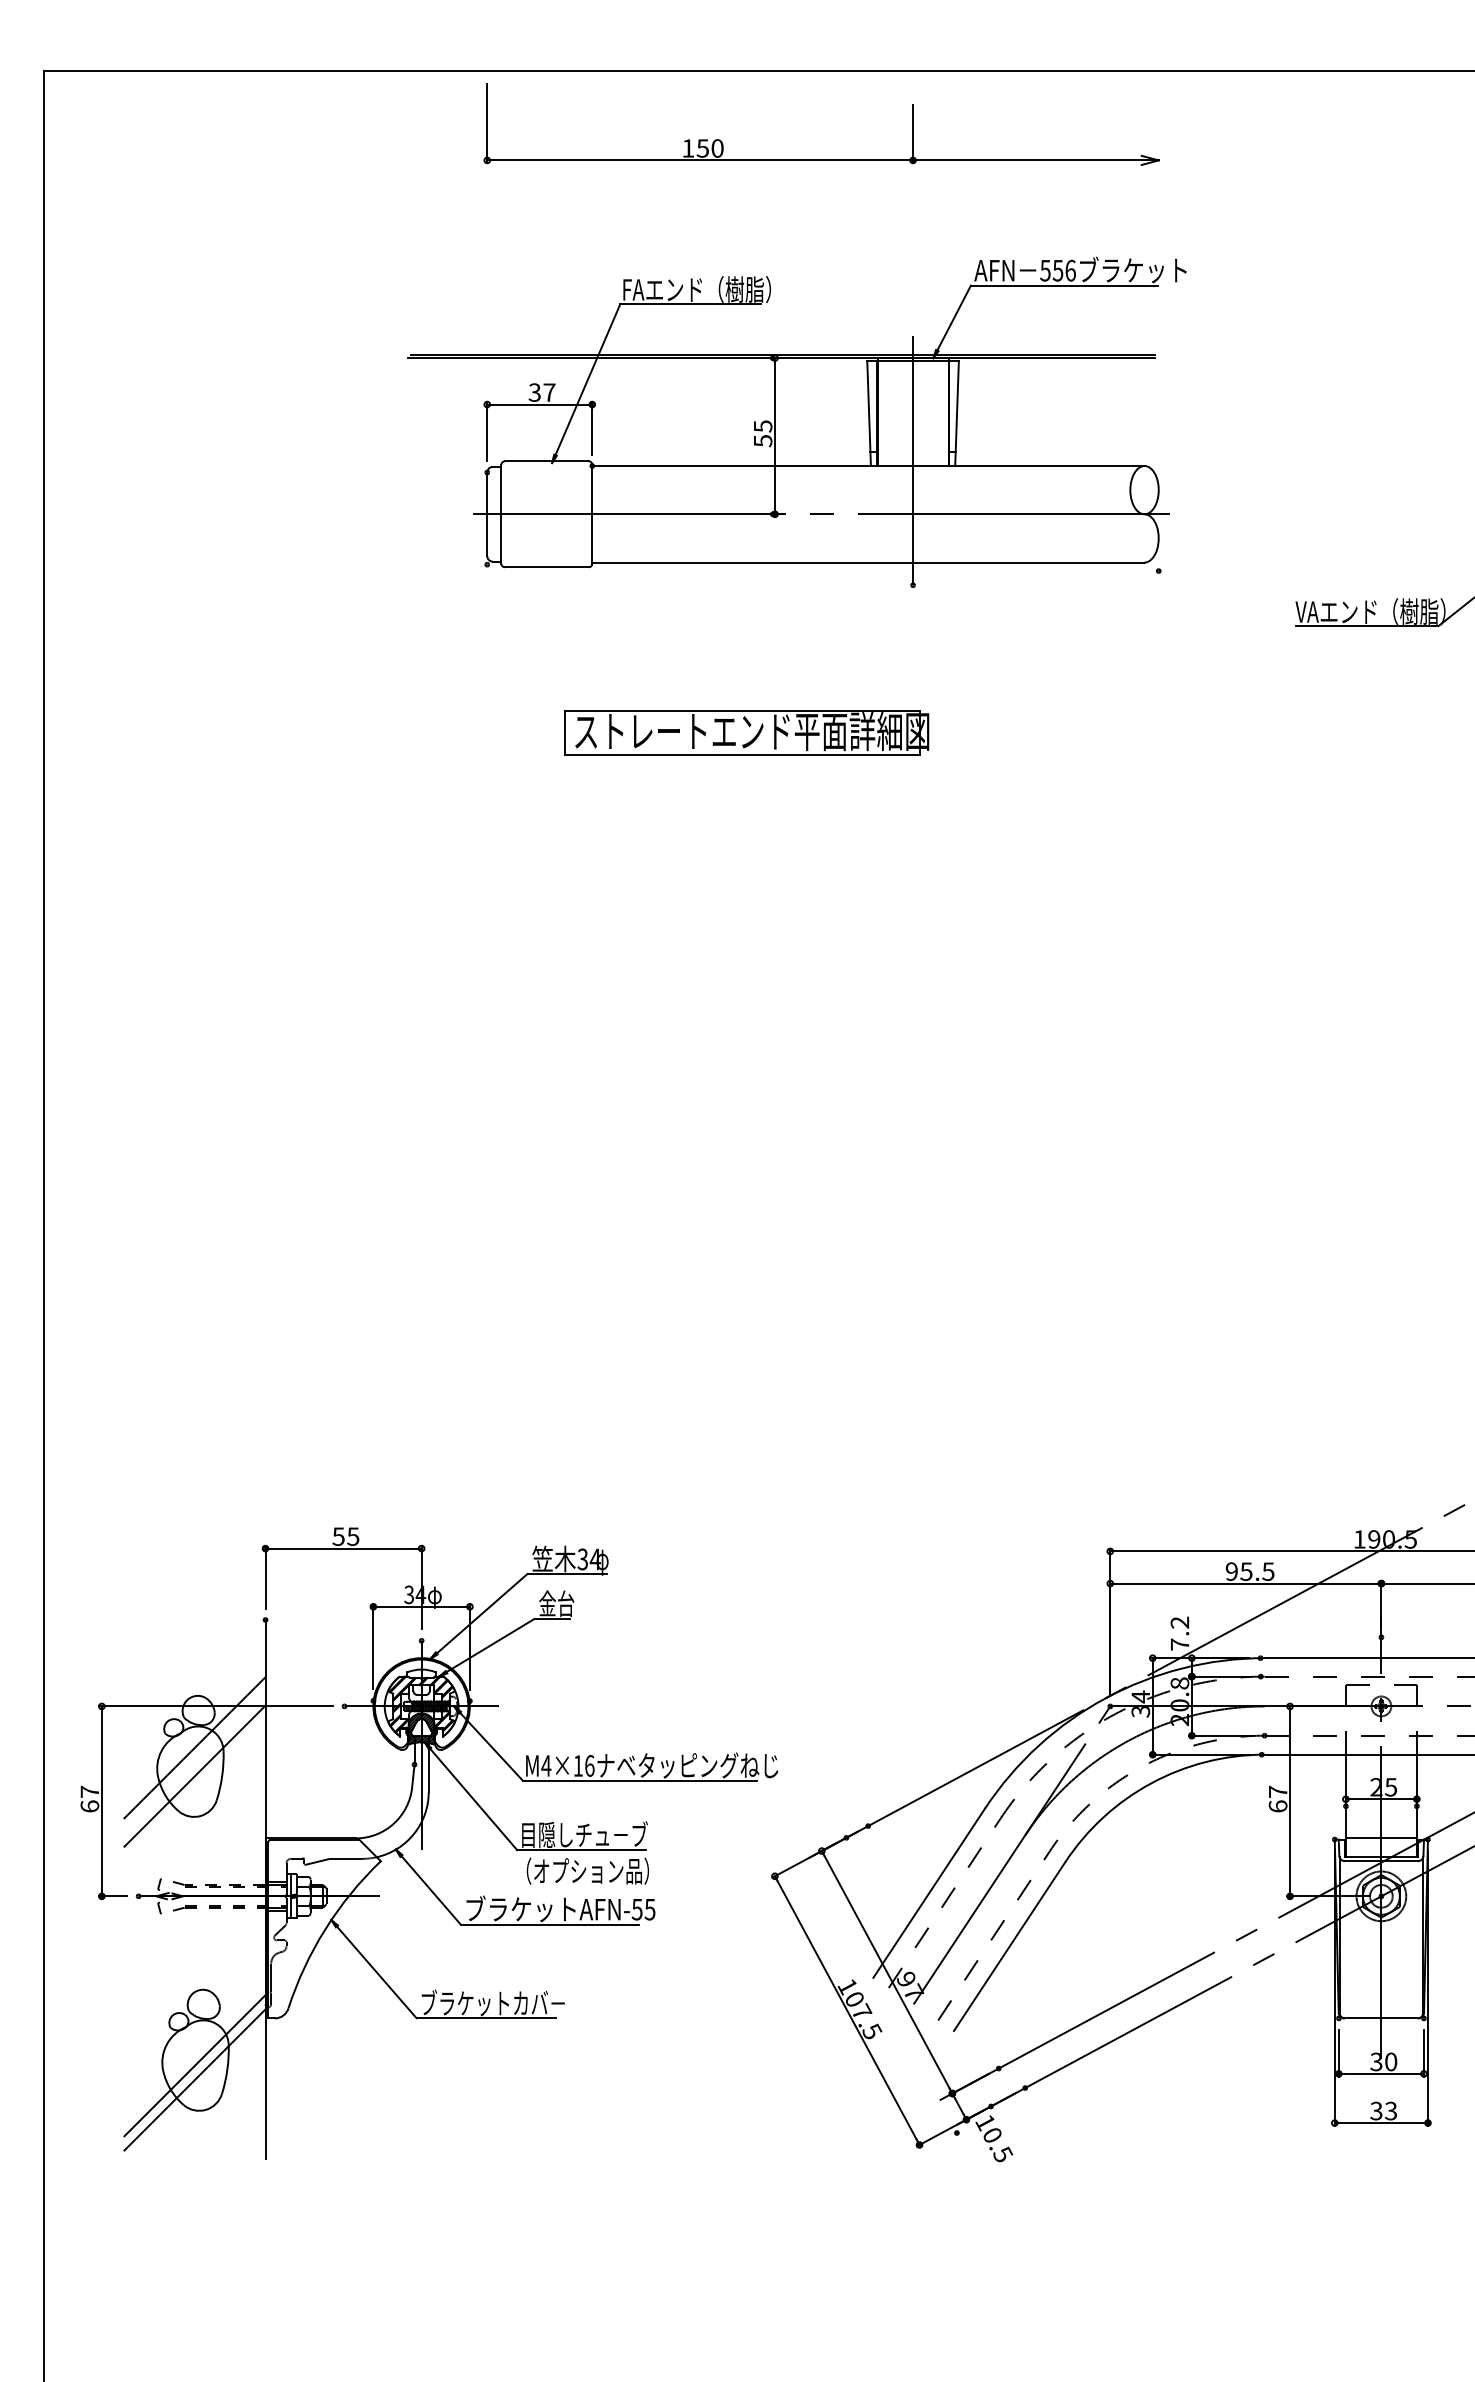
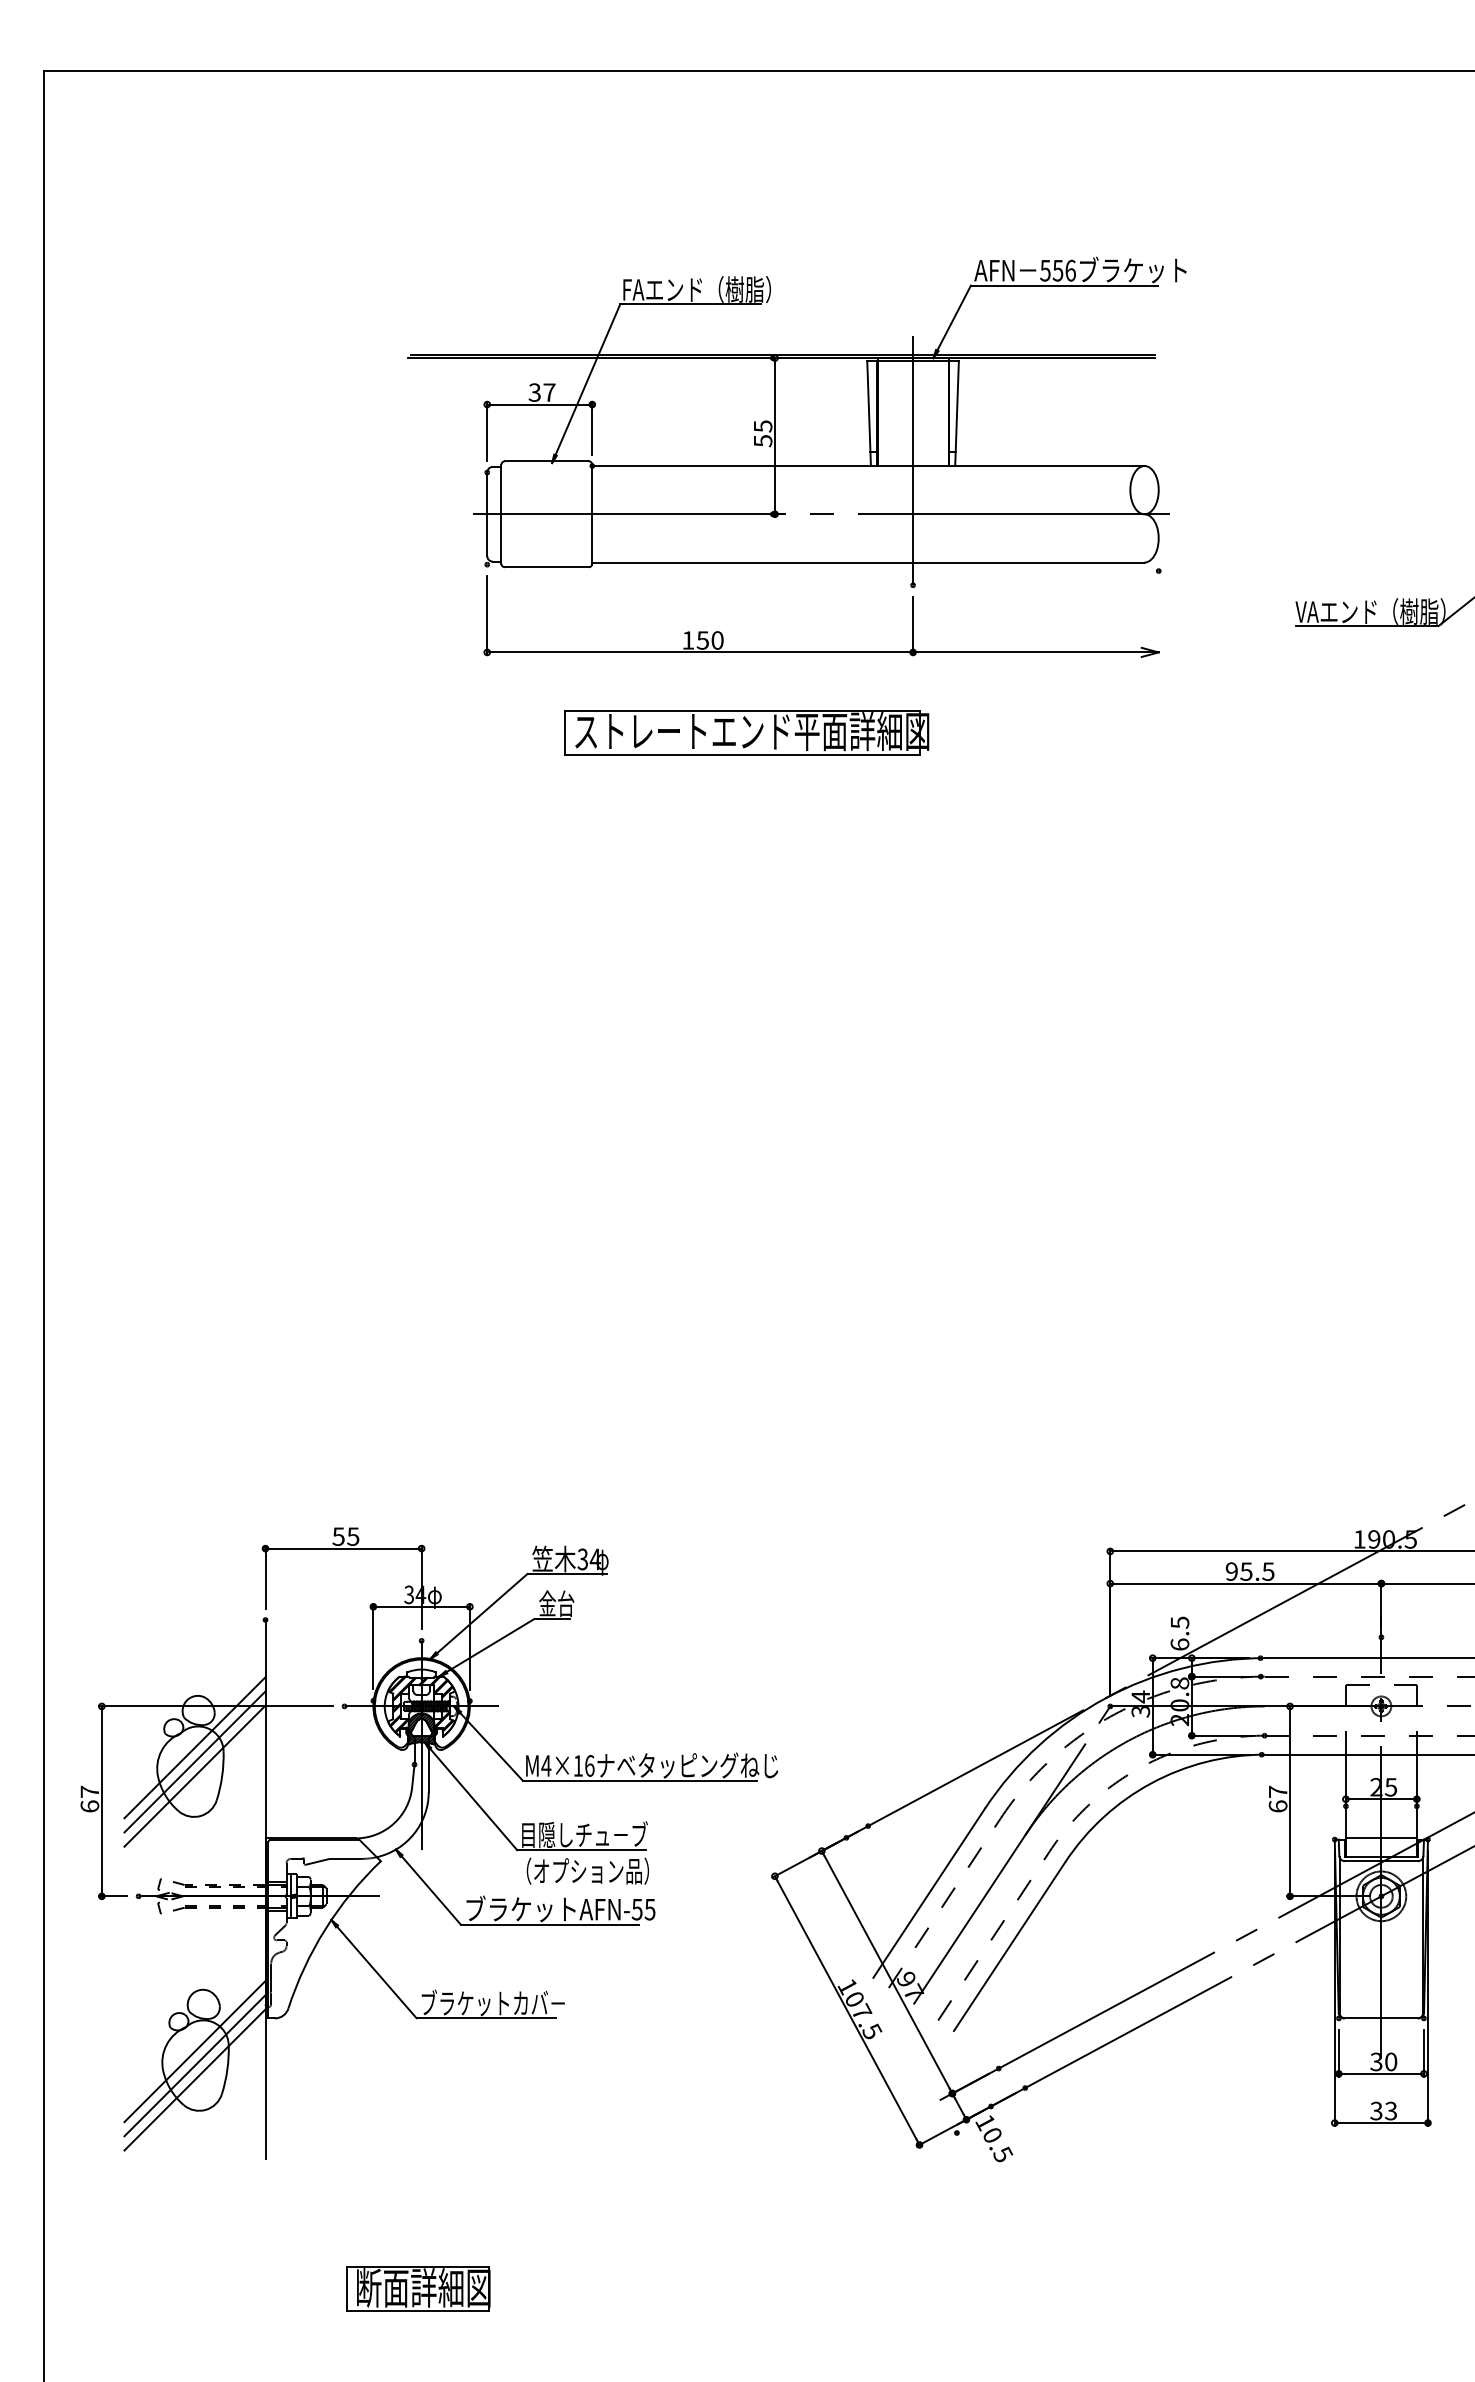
part at (821, 159) position: (821, 159) -> (821, 651)
text at (1179, 1633): 7.2 -> 6.5
line at (194, 1761): none -> present
line at (194, 2051): none -> present
part at (418, 2288): none -> present
